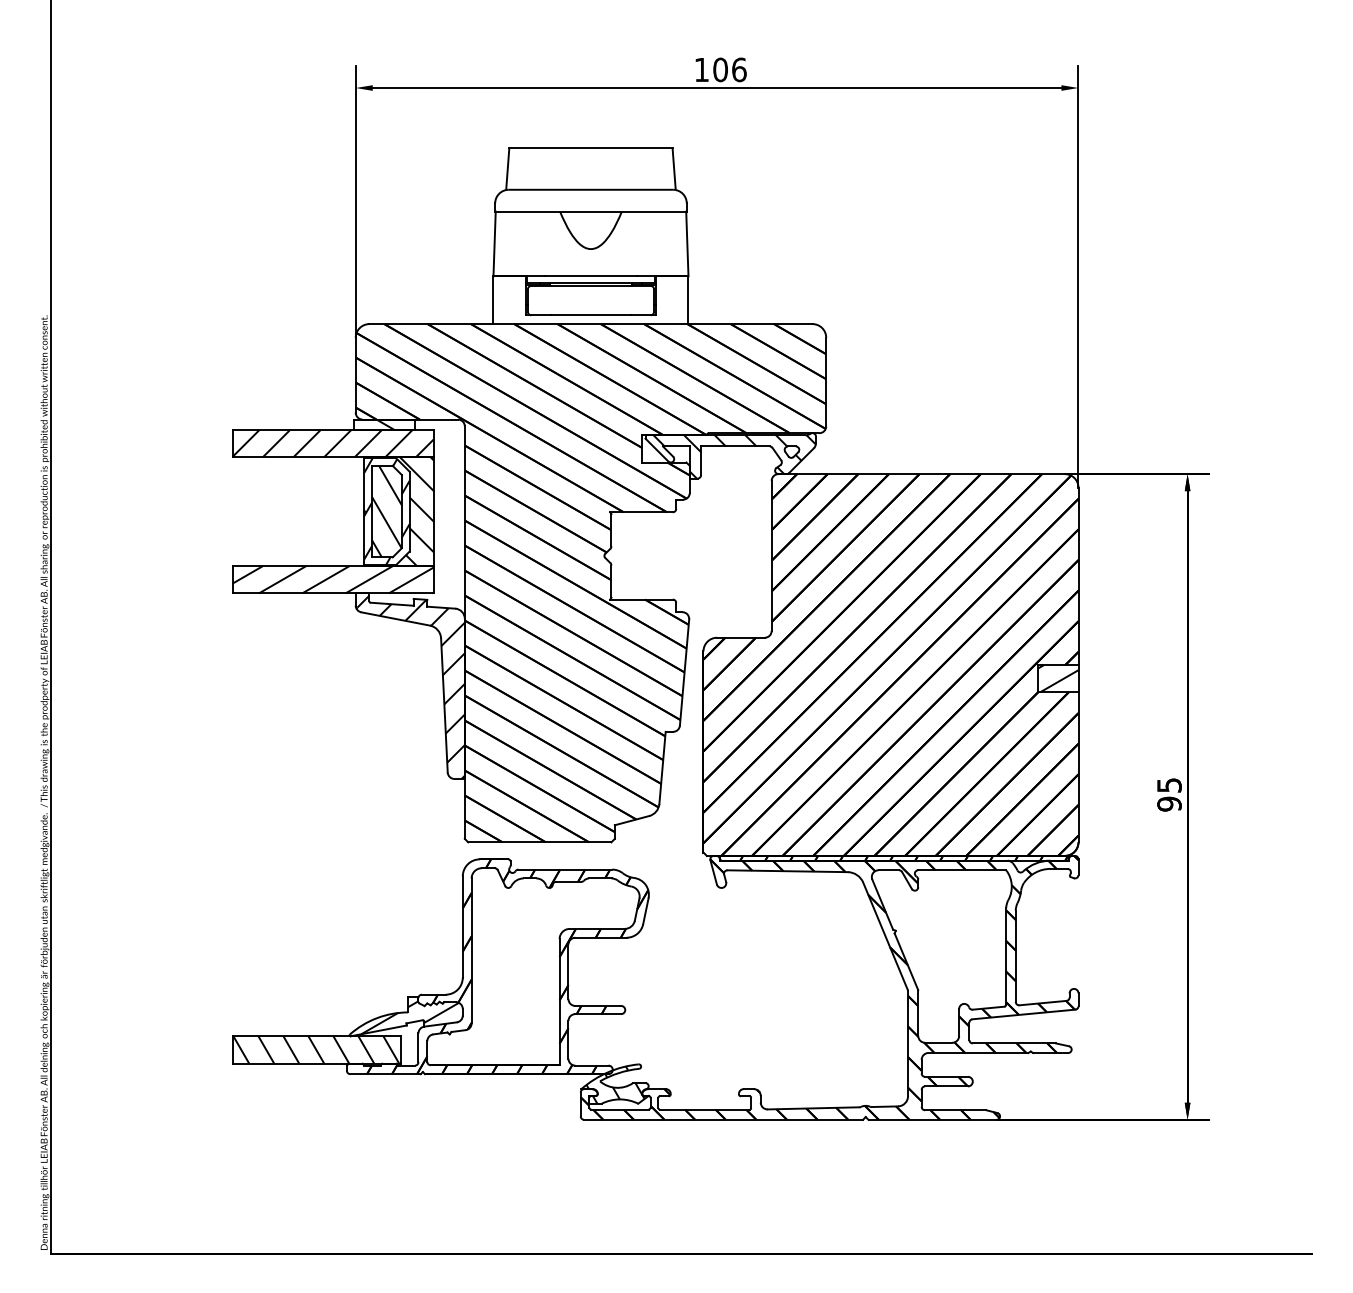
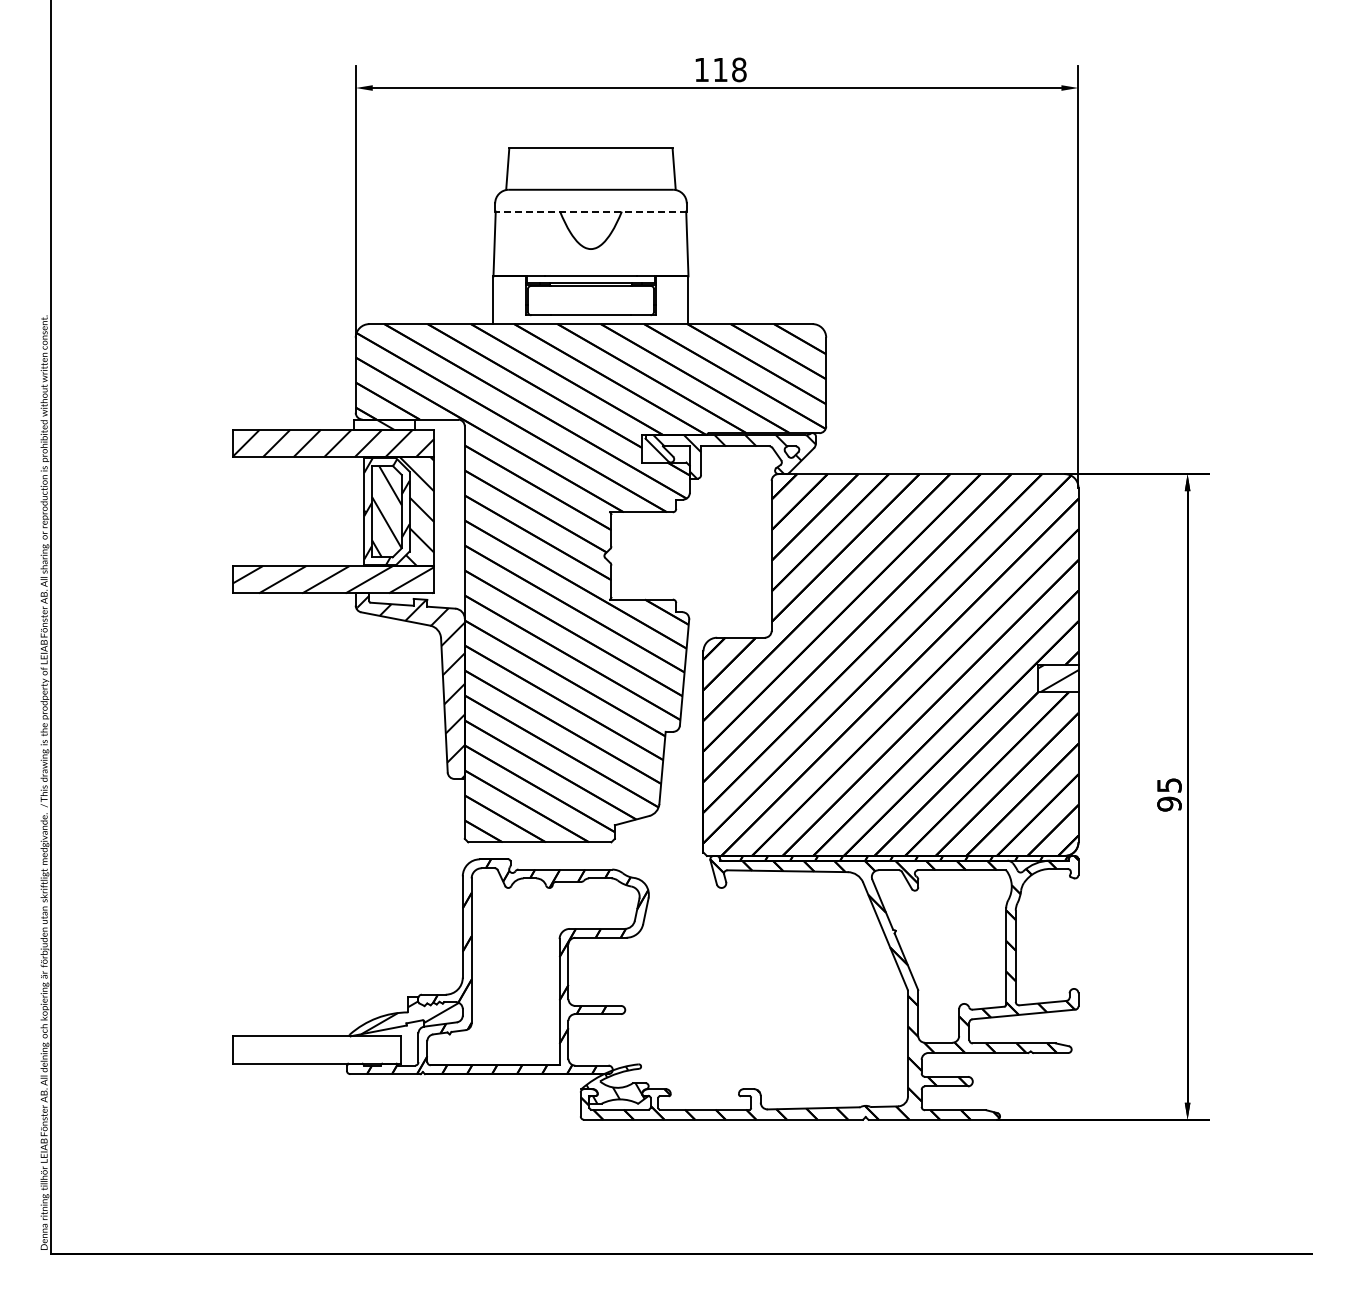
text at (729, 69): 106 -> 118
line at (590, 211): solid -> dashed
hatch at (316, 1049): present -> none
